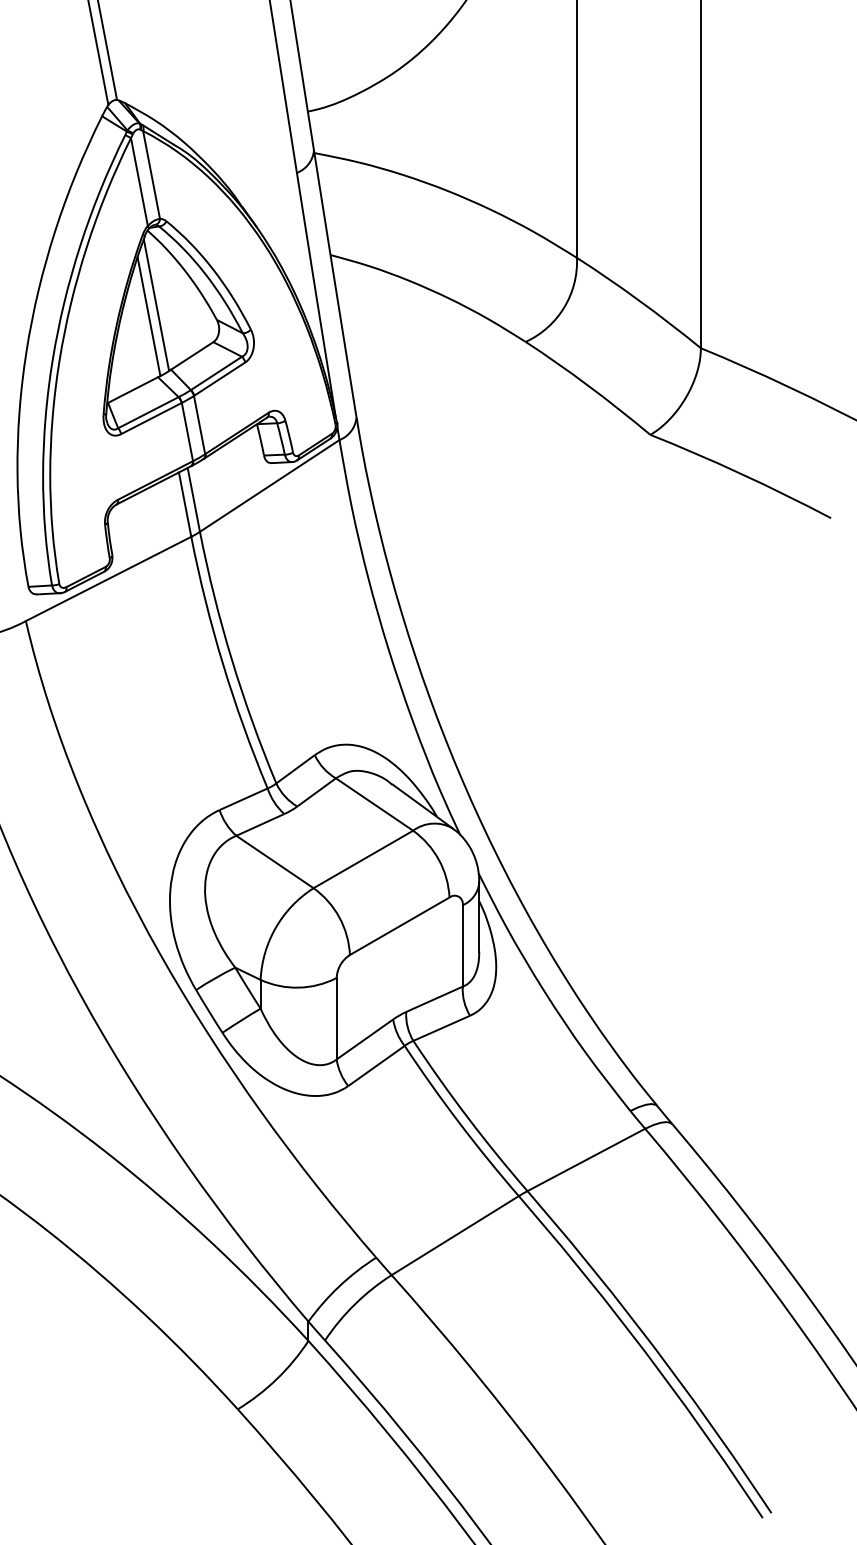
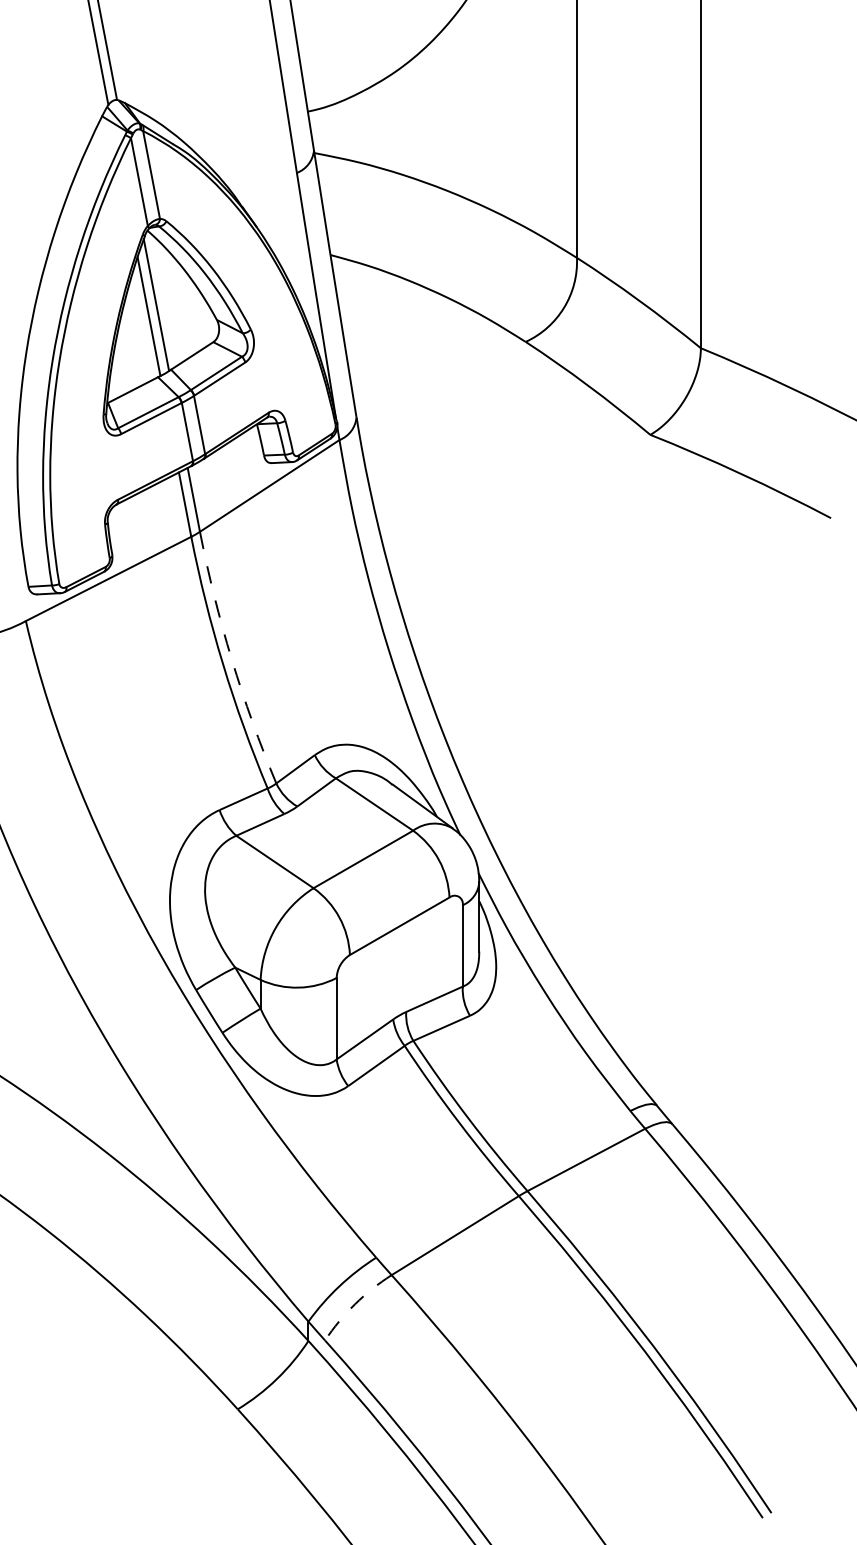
arc at (231, 659): solid -> dashed
arc at (354, 1304): solid -> dashed
